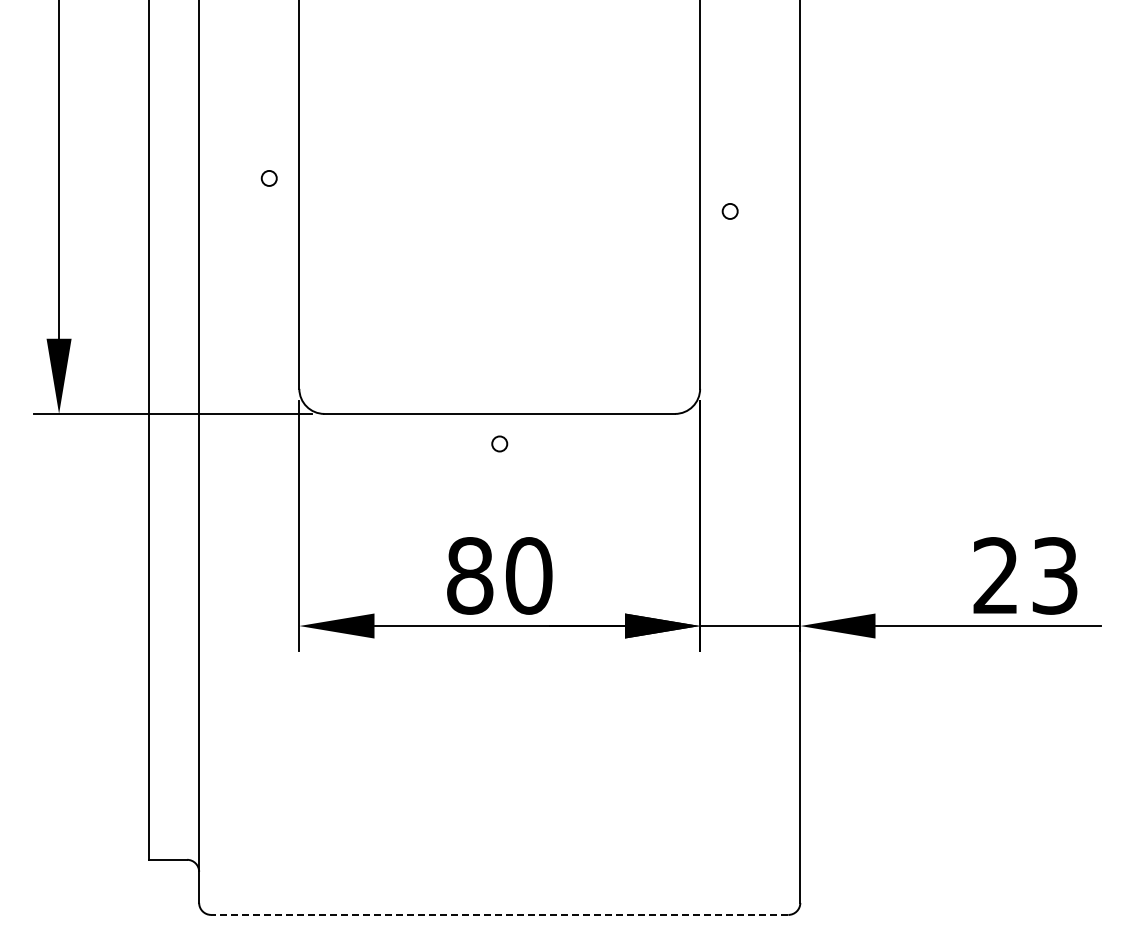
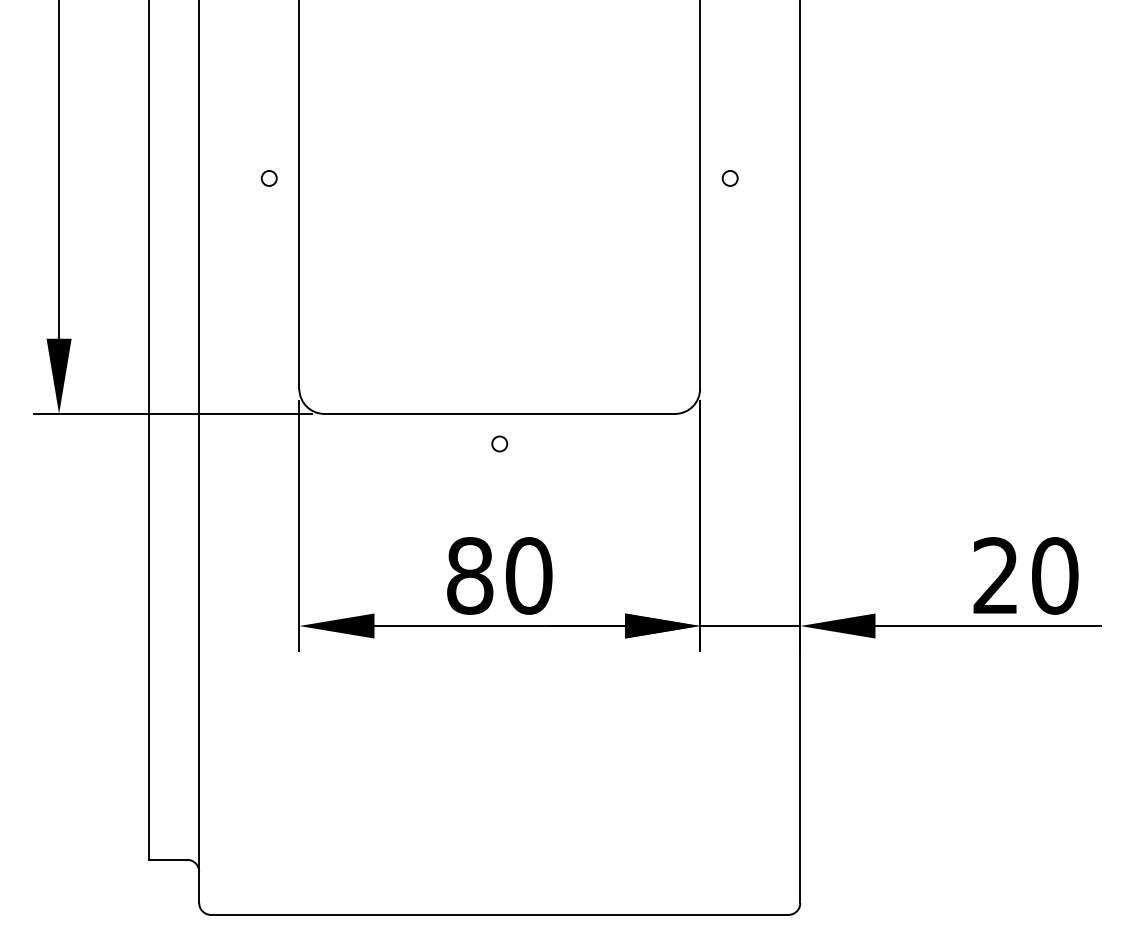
circle at (729, 211) position: (729, 211) -> (729, 178)
text at (1055, 575): 23 -> 20
line at (499, 914): dashed -> solid
